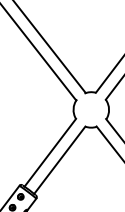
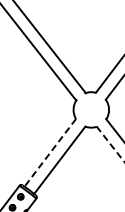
line at (110, 144): solid -> dashed
line at (50, 152): solid -> dashed
